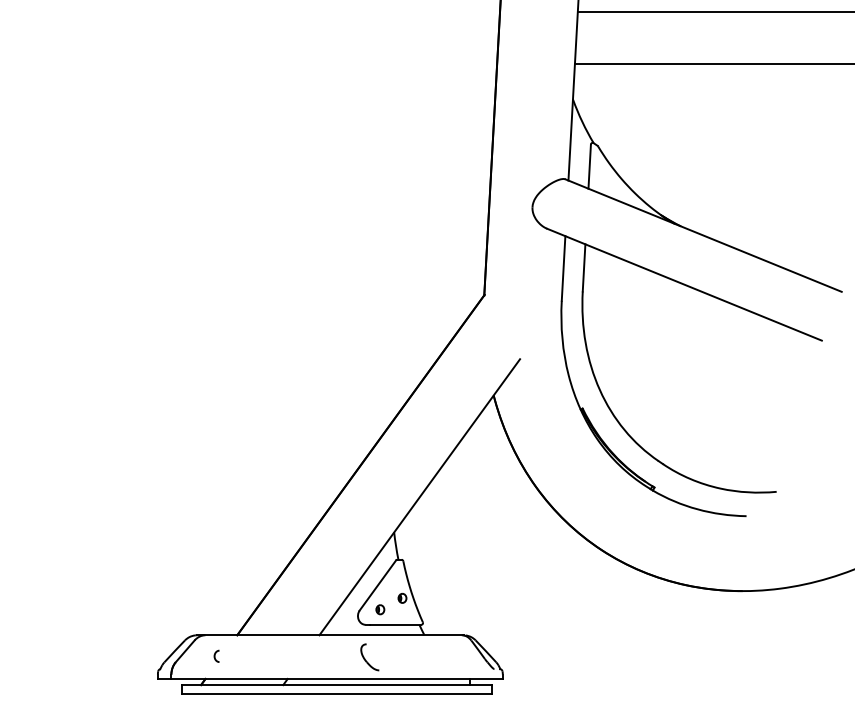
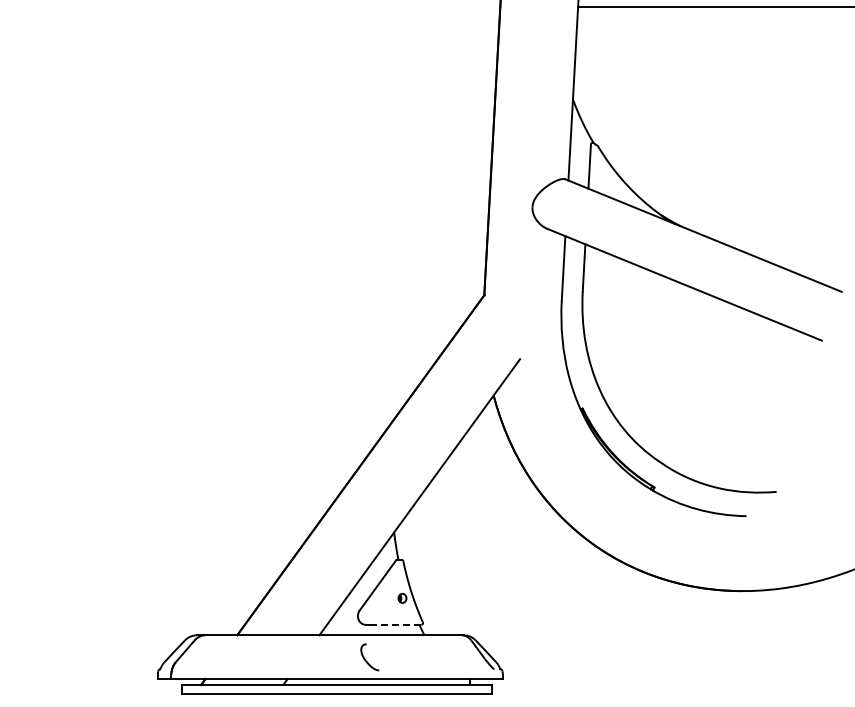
line at (714, 11) position: (714, 11) -> (714, 6)
line at (712, 64): present -> none
part at (380, 609): present -> none
line at (395, 624): solid -> dashed
curve at (215, 655): present -> none
